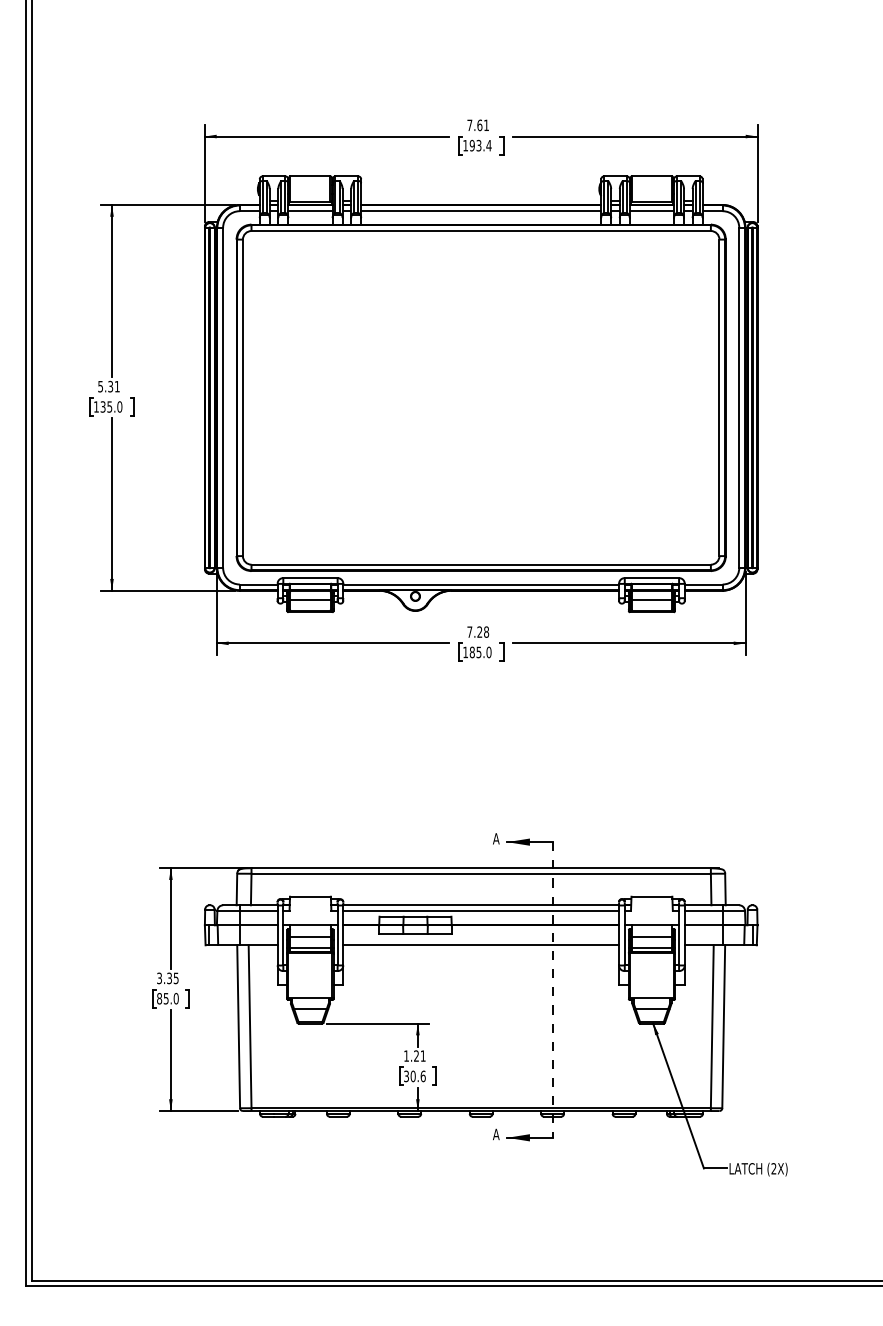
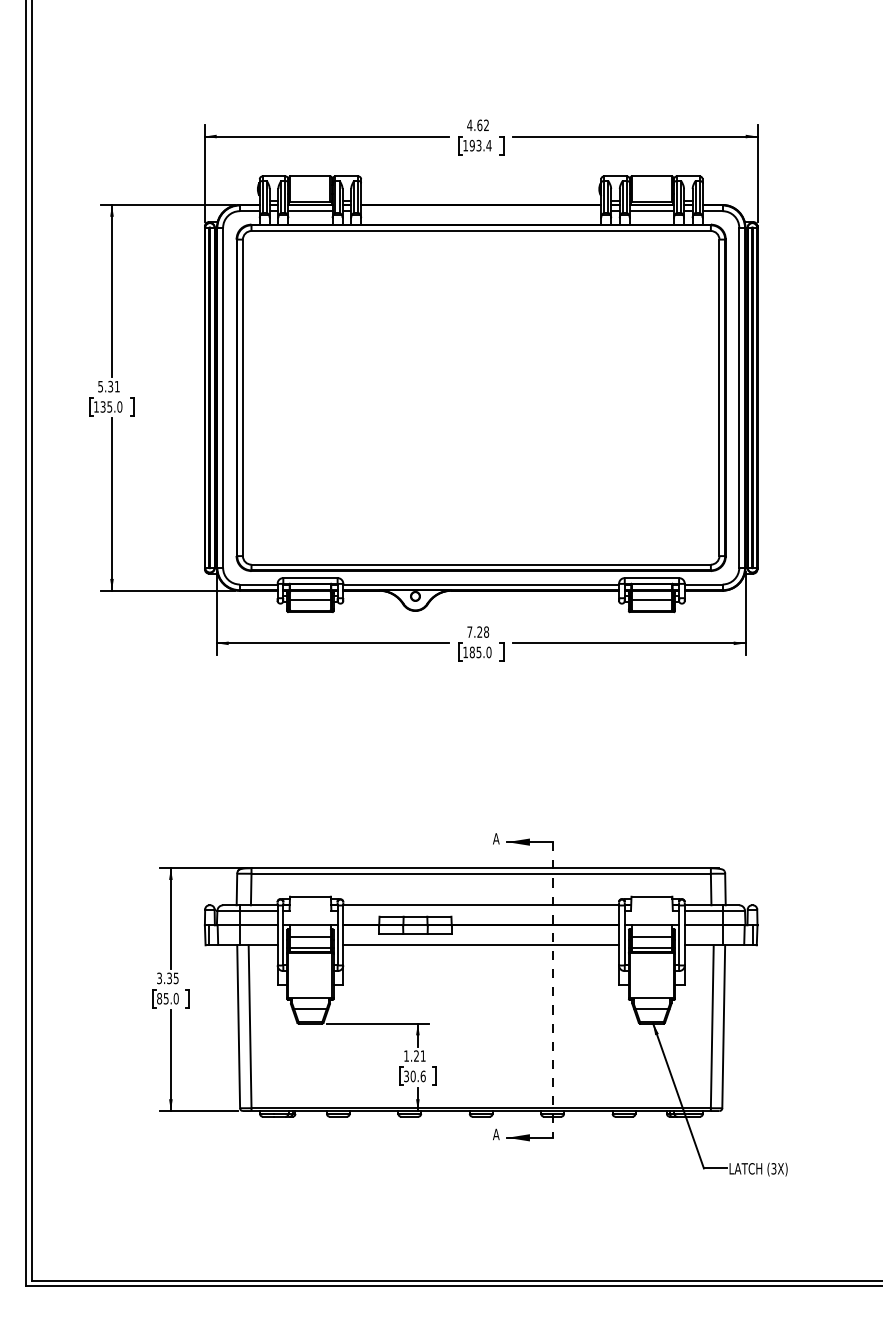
text at (477, 124): 7.61 -> 4.62
line at (481, 211): present -> none
line at (481, 910): present -> none
text at (773, 1169): (2X) -> (3X)
